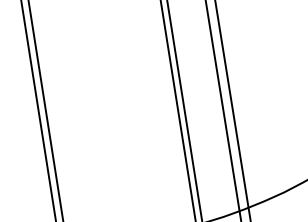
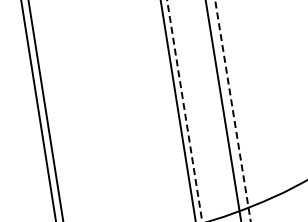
line at (184, 110): solid -> dashed
line at (233, 111): solid -> dashed
